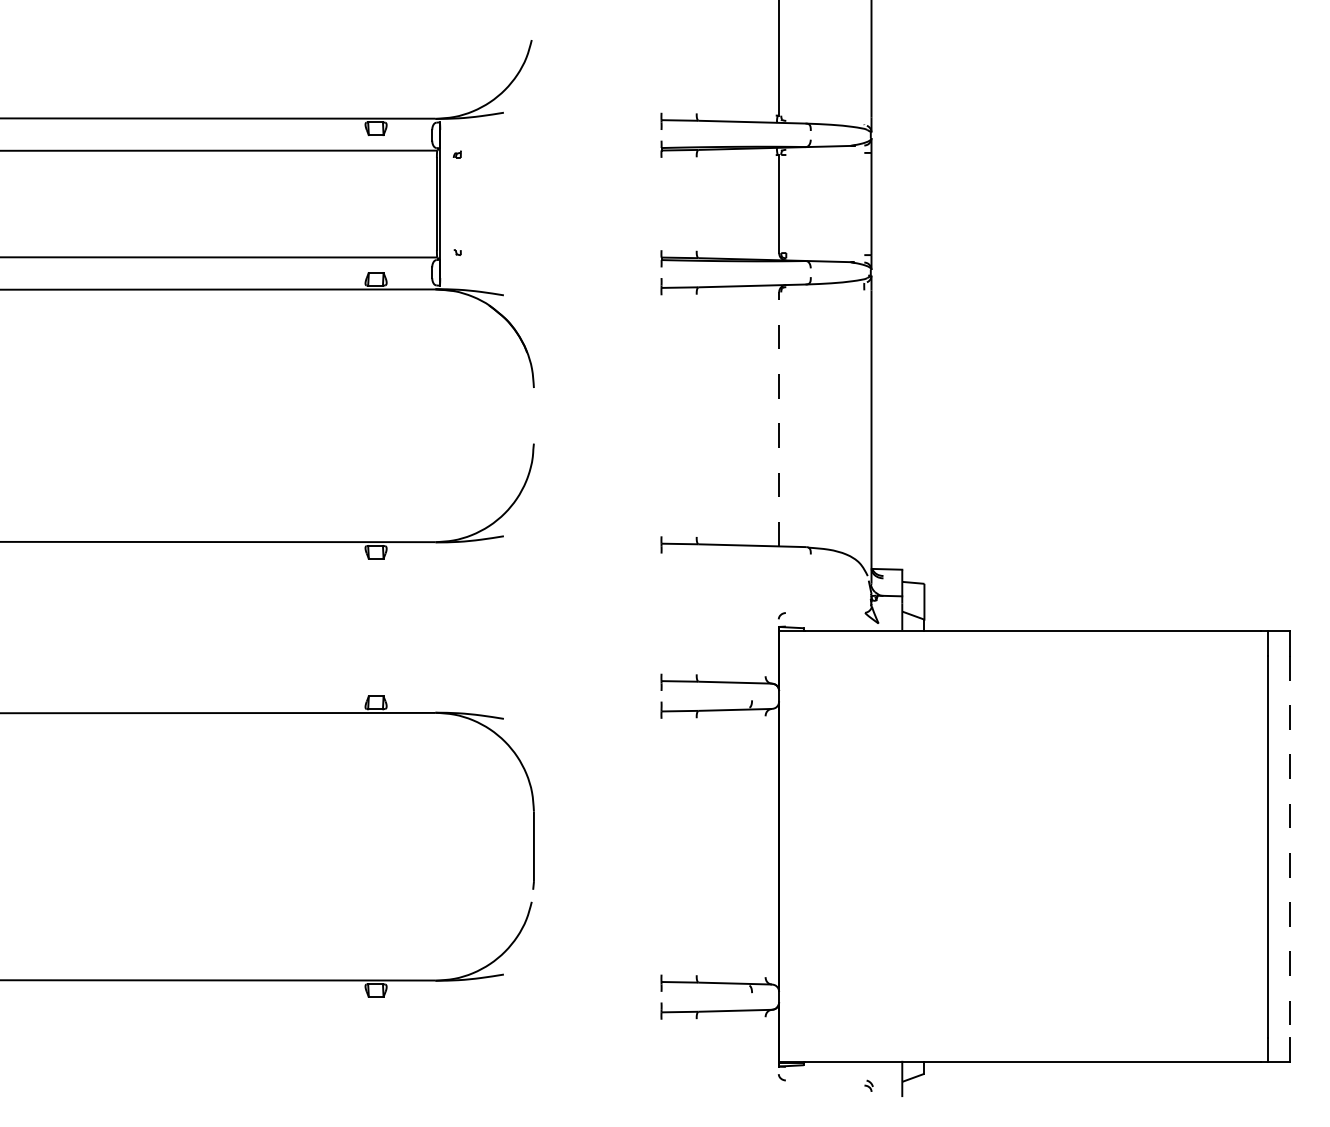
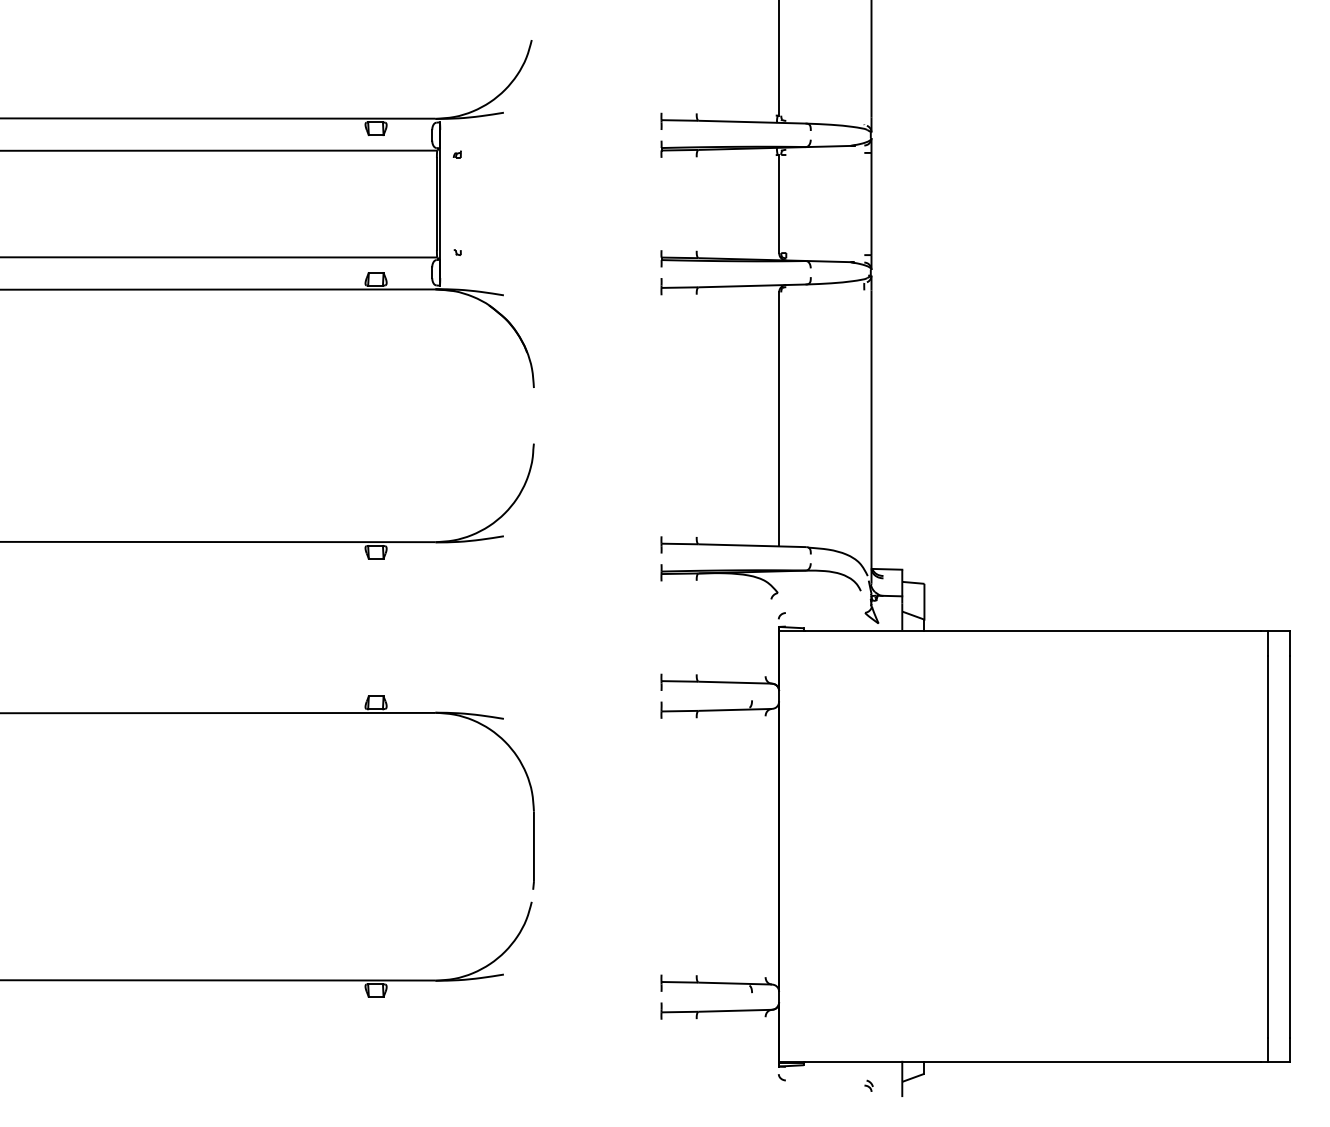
line at (779, 418): dashed -> solid
part at (760, 581): none -> present
line at (1290, 846): dashed -> solid
